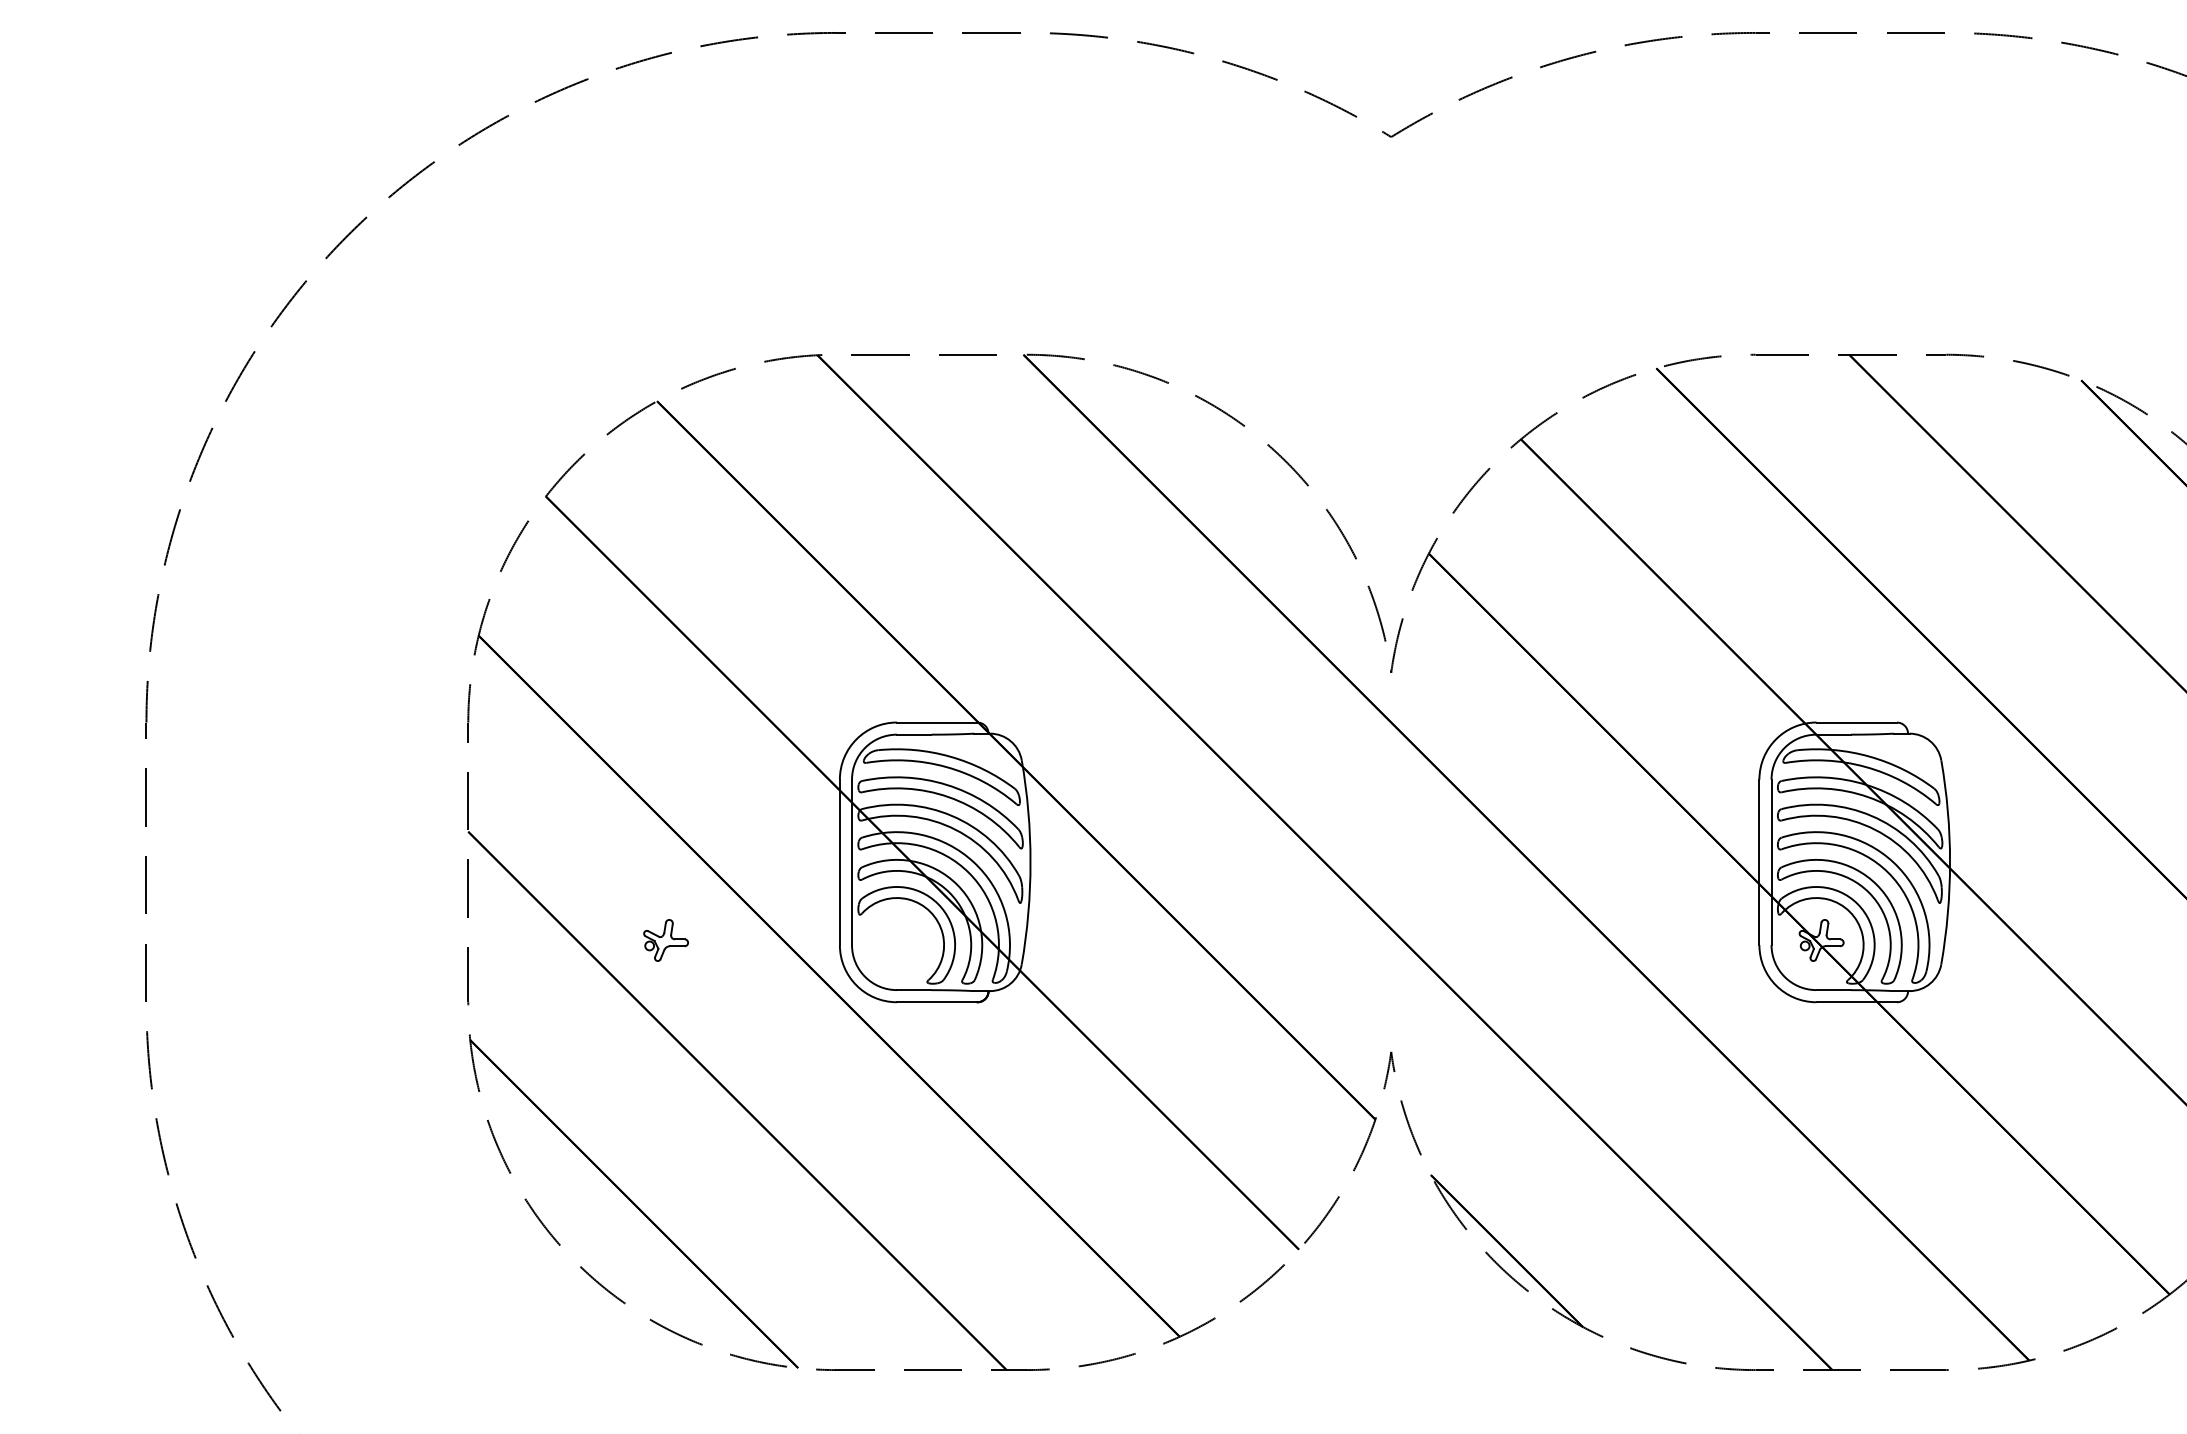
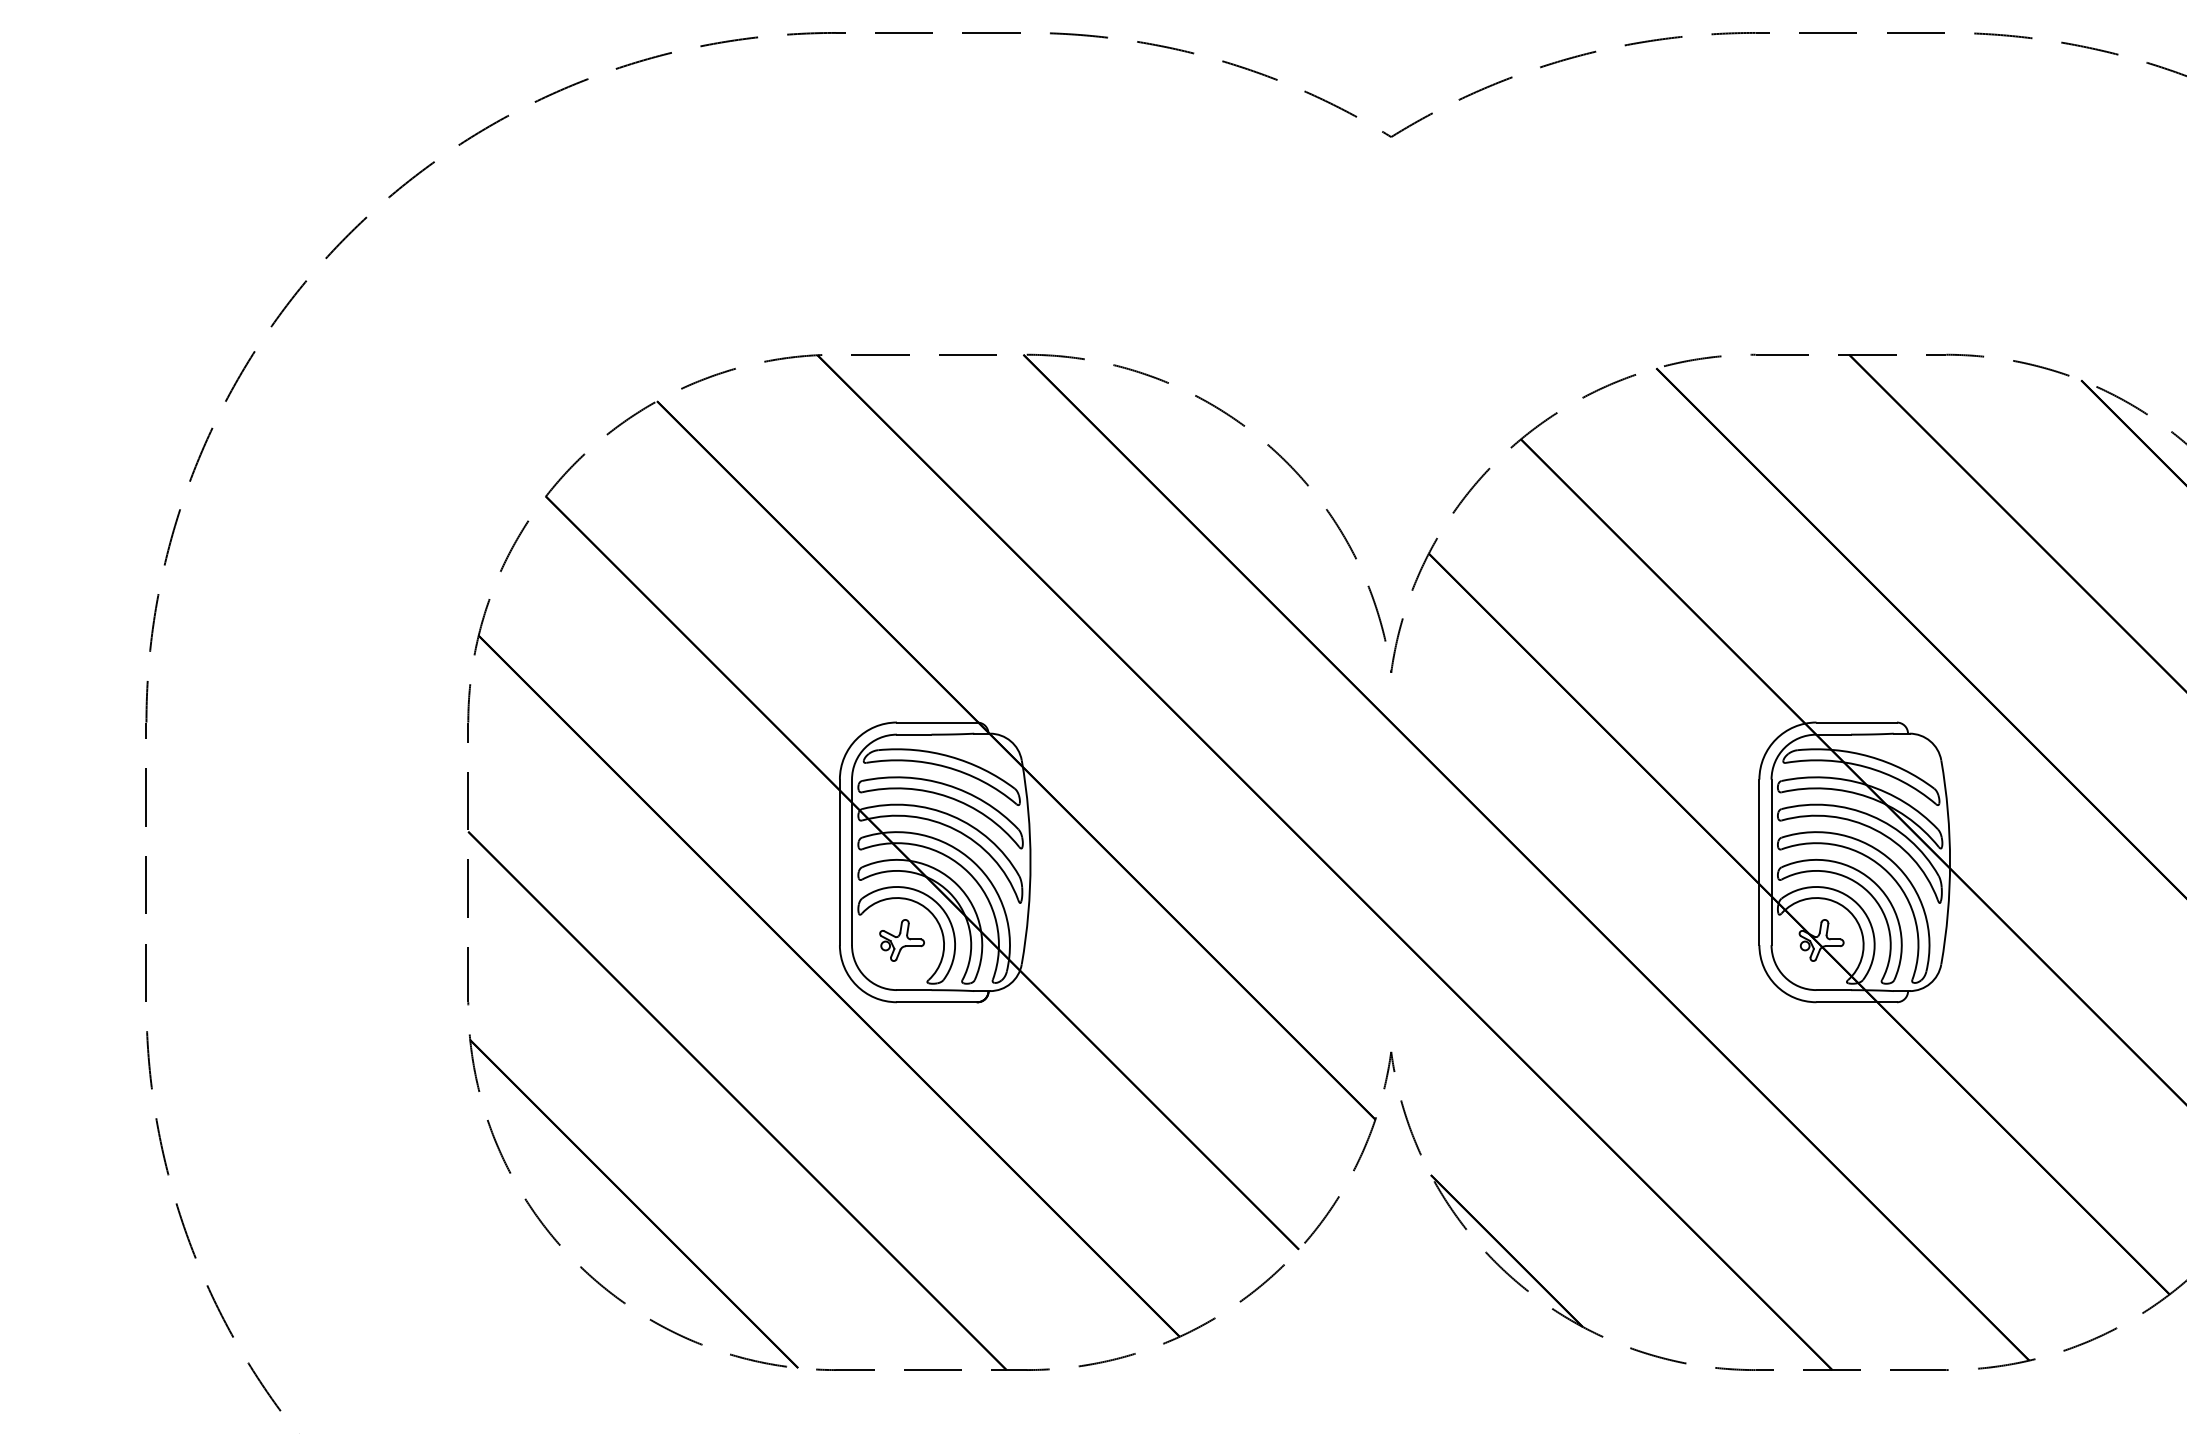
part at (665, 940) position: (665, 940) -> (901, 940)
